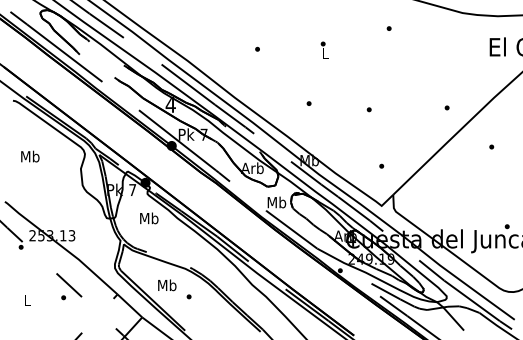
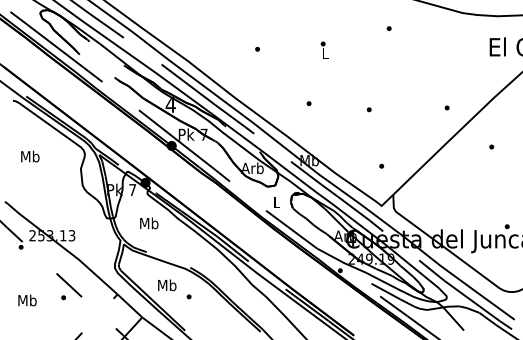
text at (276, 202): Mb -> L
text at (149, 218) position: (149, 218) -> (149, 223)
text at (27, 300): L -> Mb
